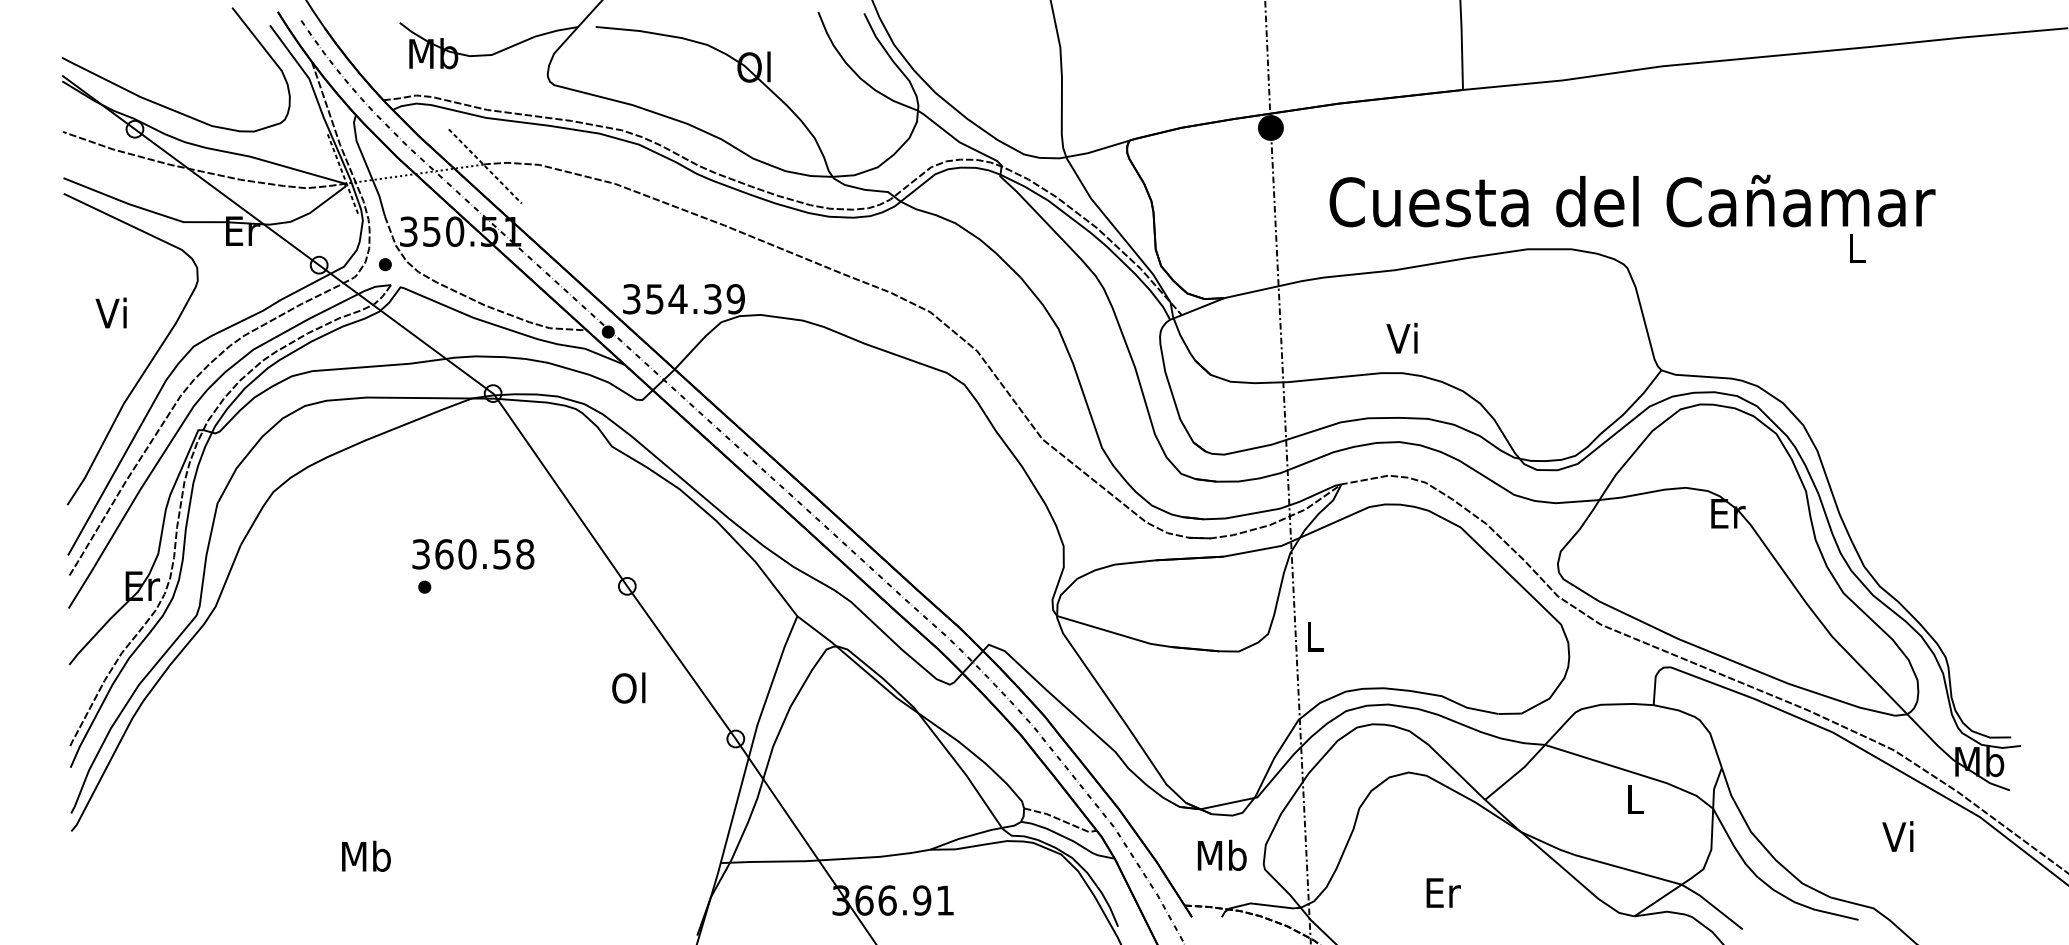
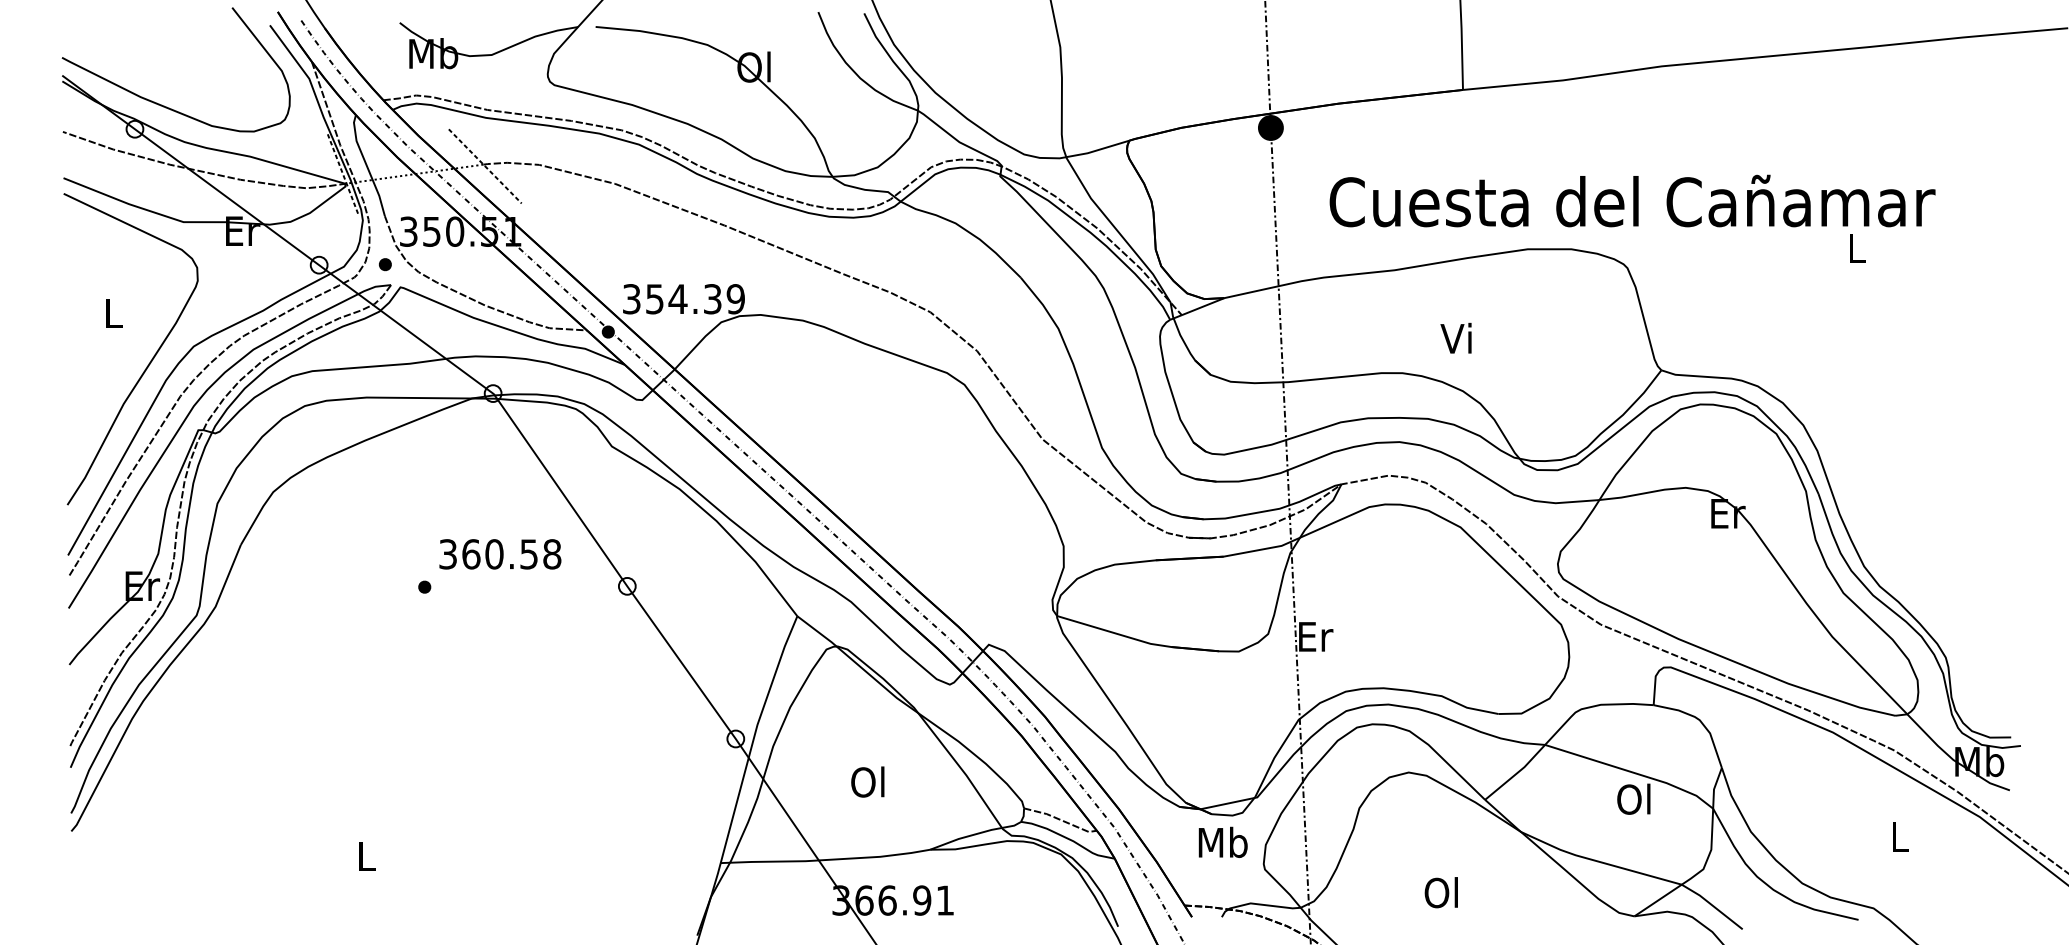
text at (110, 312): Vi -> L
text at (1401, 337) position: (1401, 337) -> (1455, 337)
text at (473, 554) position: (473, 554) -> (500, 554)
text at (1316, 636): L -> Er
text at (628, 687) position: (628, 687) -> (867, 781)
text at (1633, 798): L -> Ol
text at (1897, 836): Vi -> L
text at (1221, 854) position: (1221, 854) -> (1222, 841)
text at (366, 855): Mb -> L
text at (1442, 892): Er -> Ol
